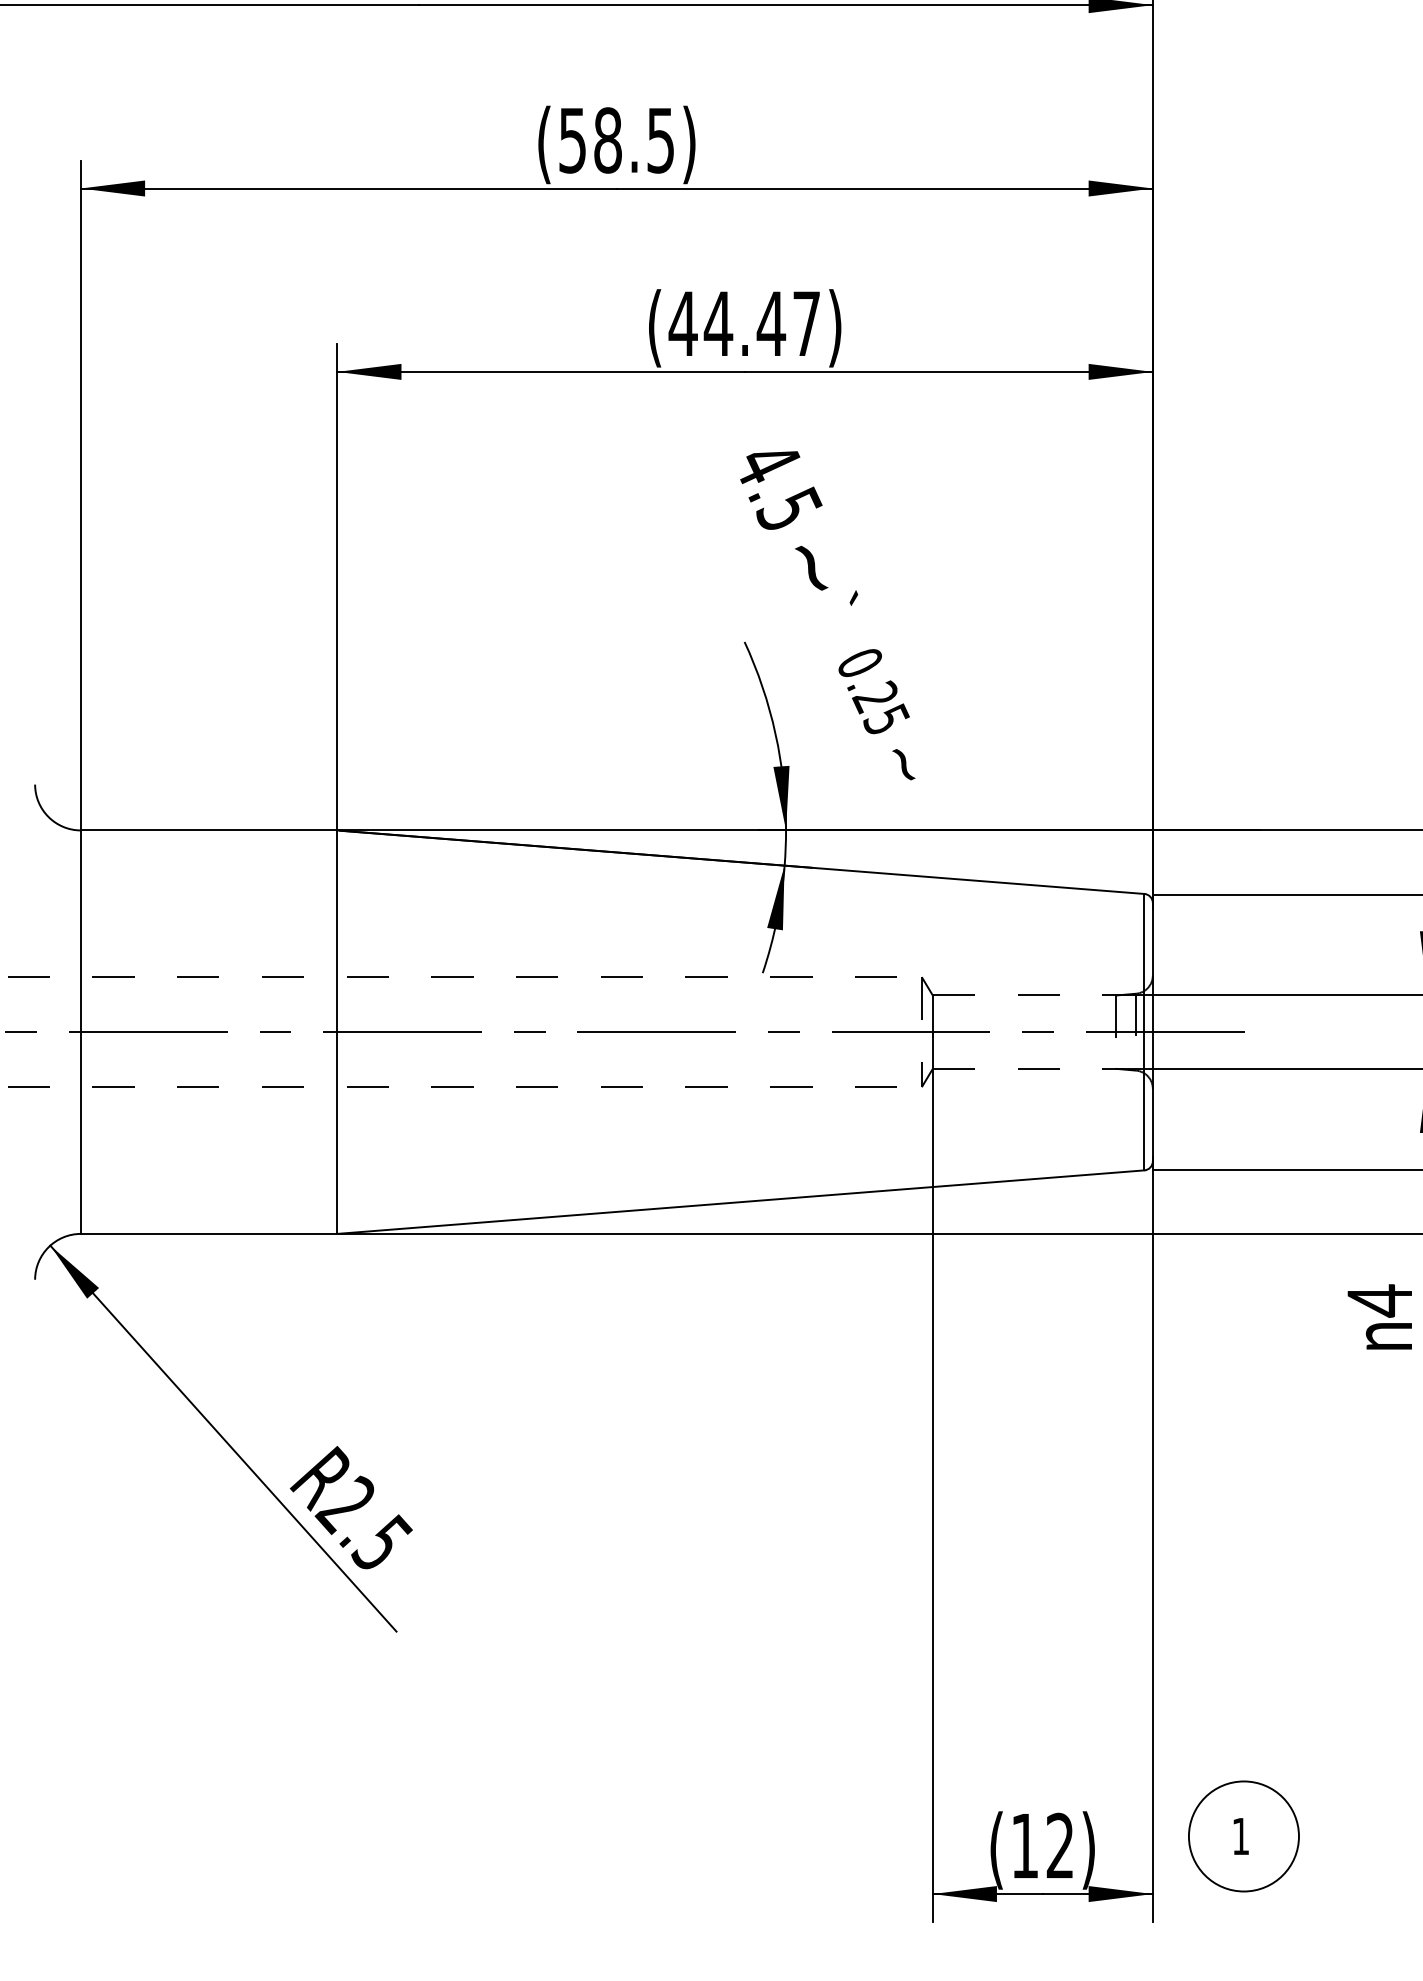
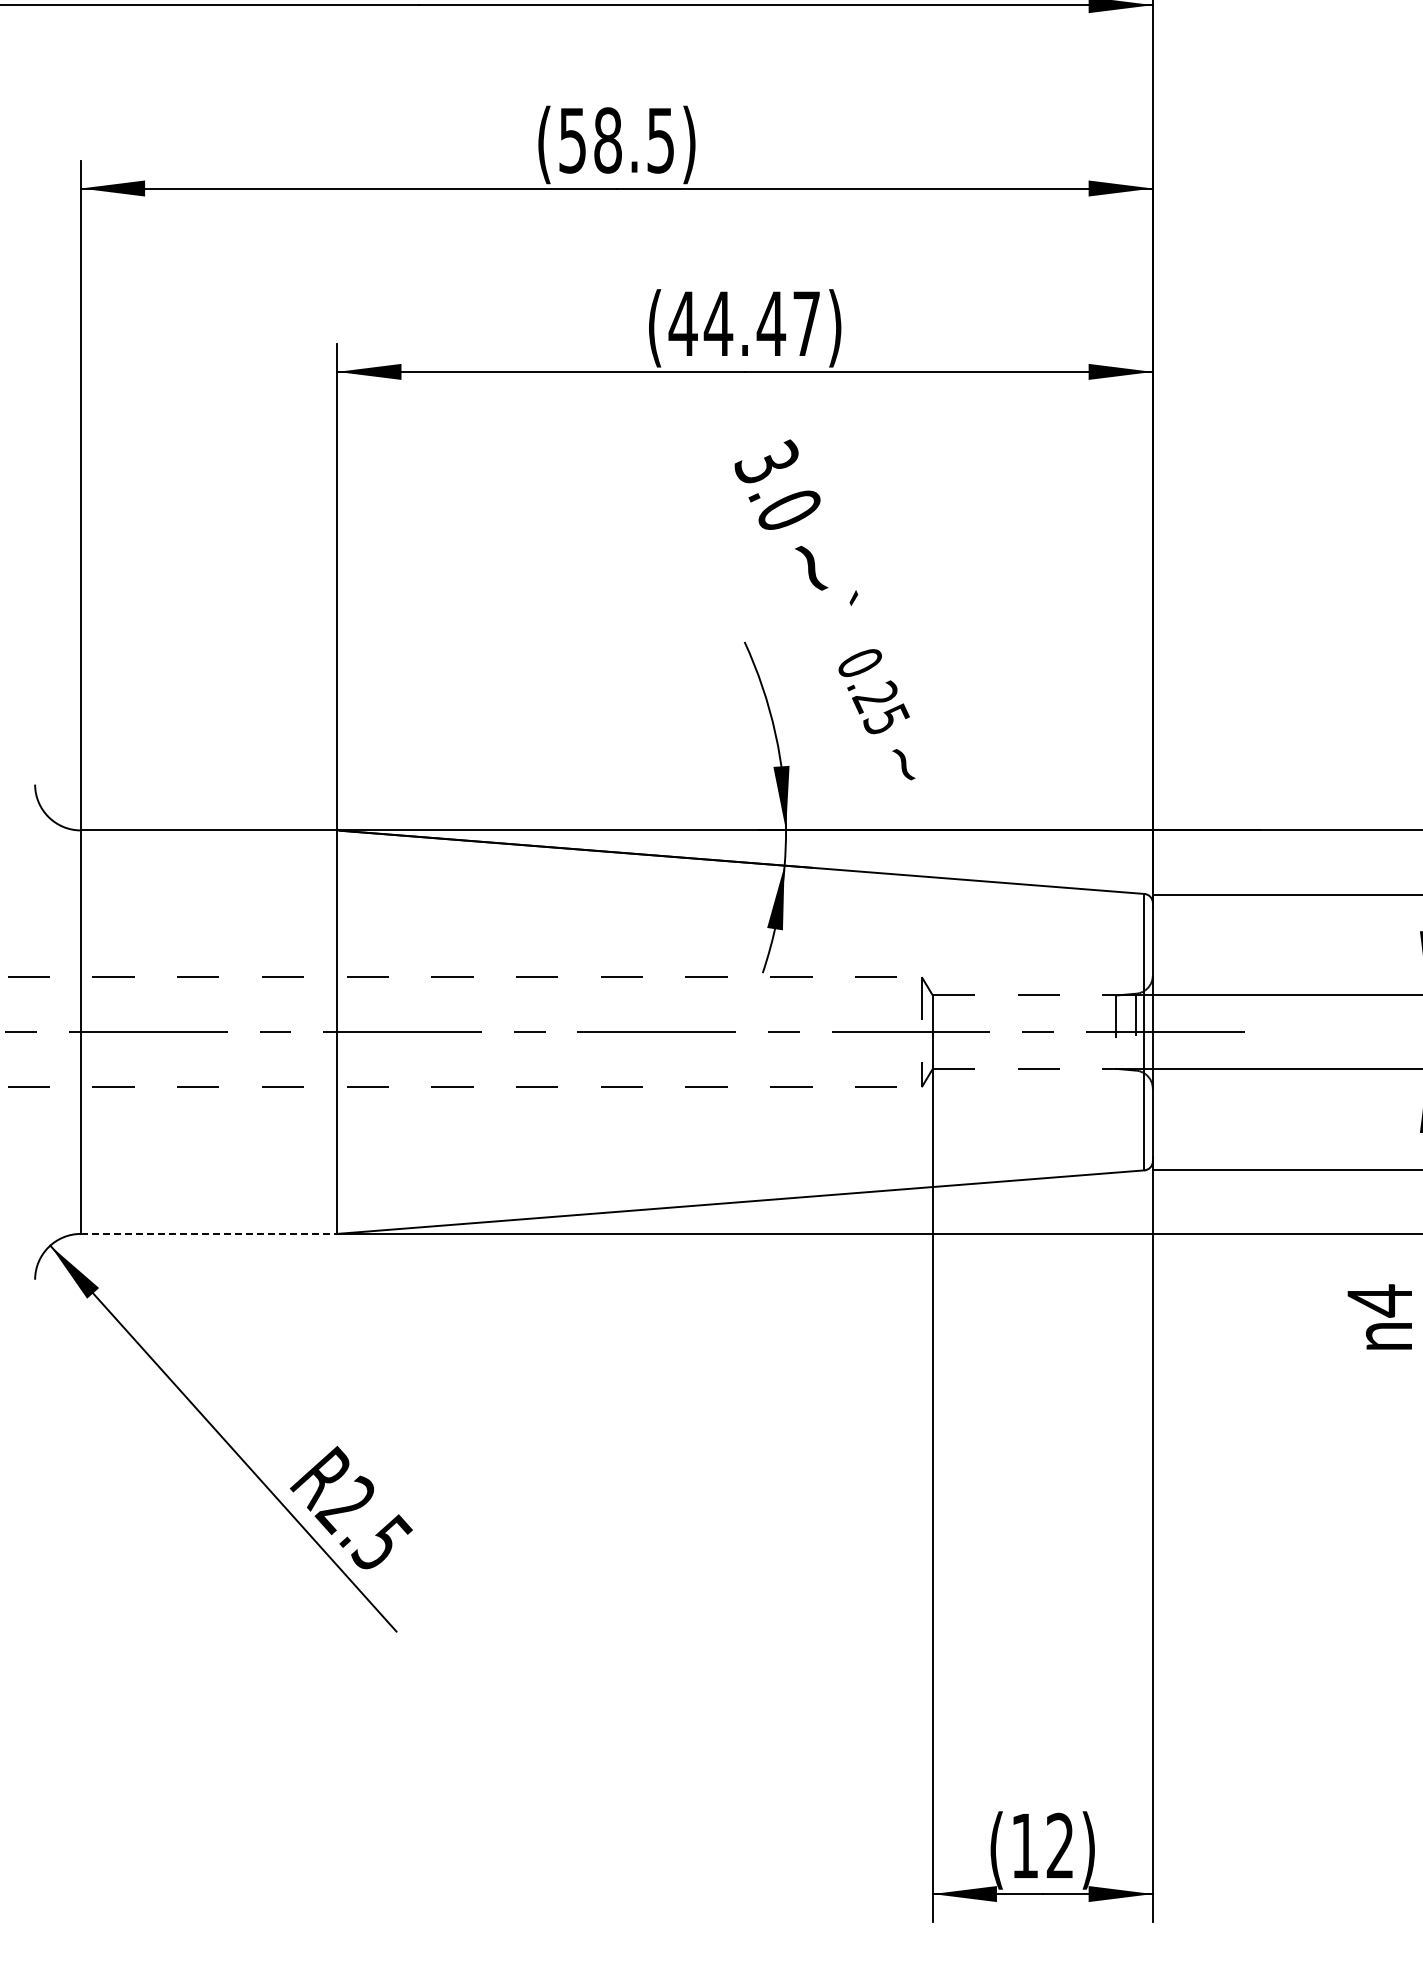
text at (778, 484): 4.5 -> 3.0
line at (209, 1233): solid -> dashed
part at (1243, 1836): present -> none
